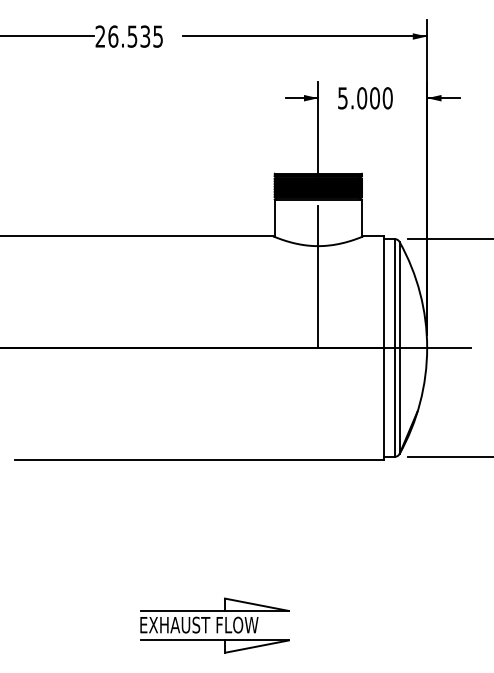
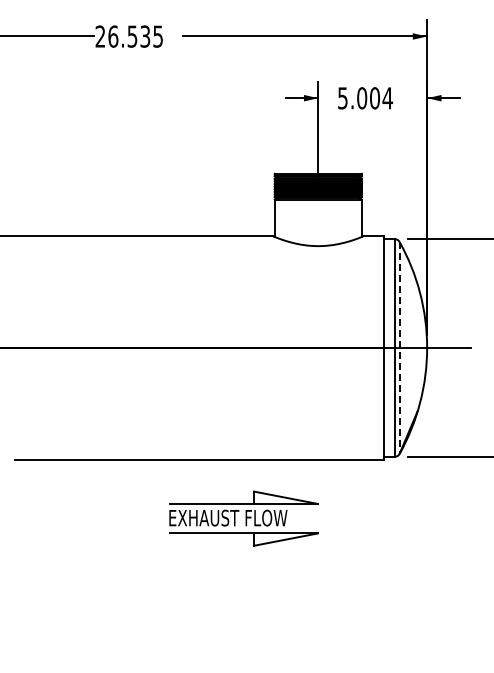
text at (387, 98): 5.000 -> 5.004
line at (318, 276): present -> none
line at (399, 348): solid -> dashed
part at (214, 625) position: (214, 625) -> (243, 518)
